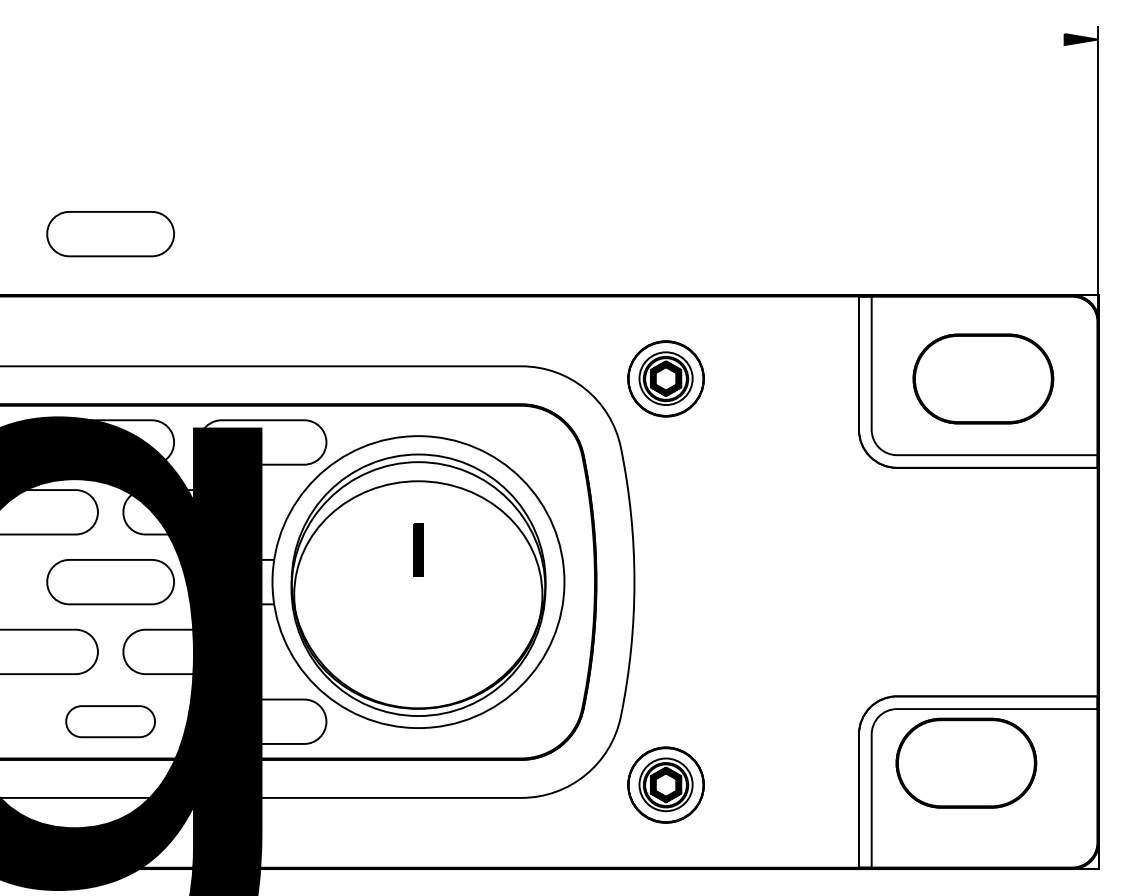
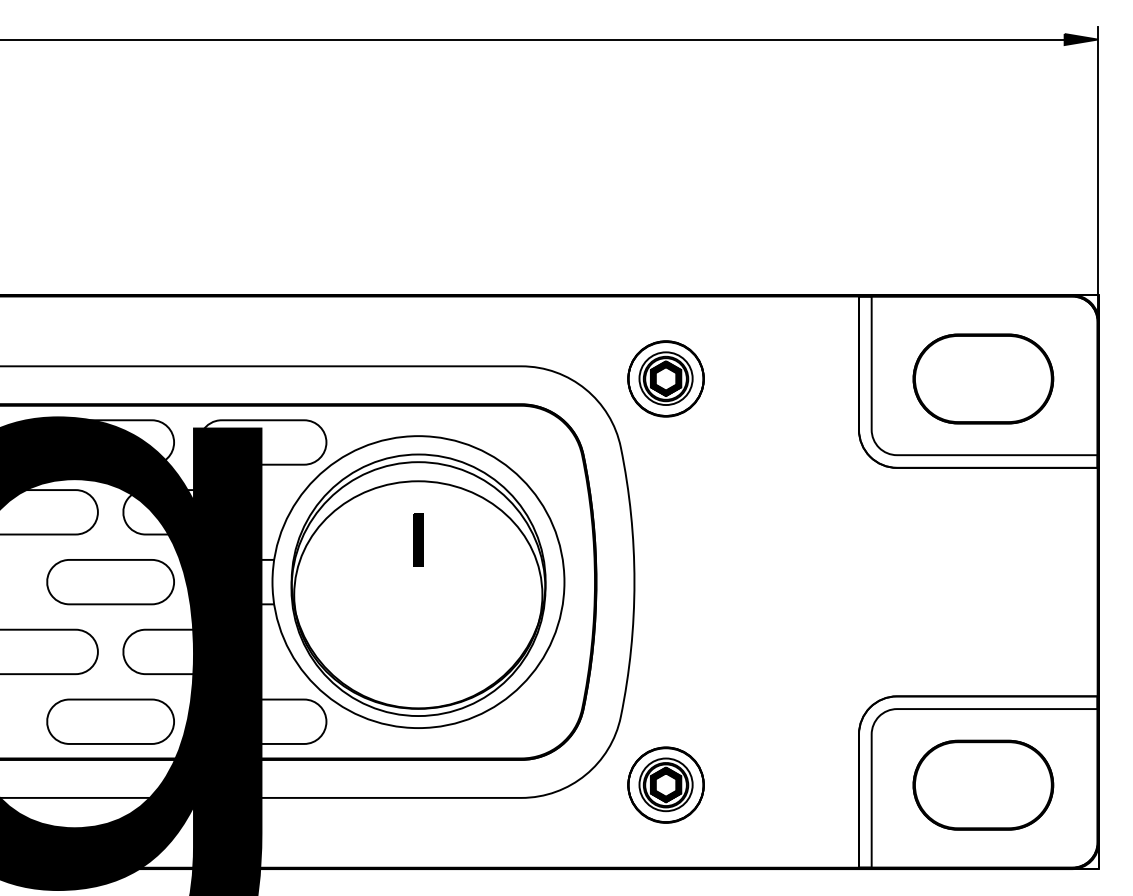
line at (533, 39): none -> present
part at (110, 234): present -> none
part at (418, 549) position: (418, 549) -> (418, 539)
part at (110, 721) size: 91x34 px -> 129x47 px
part at (966, 762) position: (966, 762) -> (983, 784)
